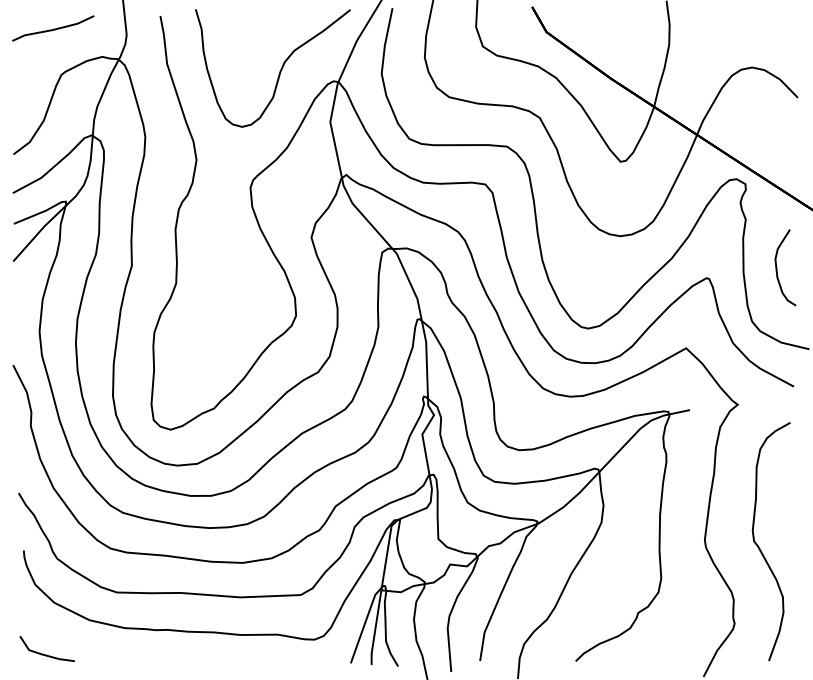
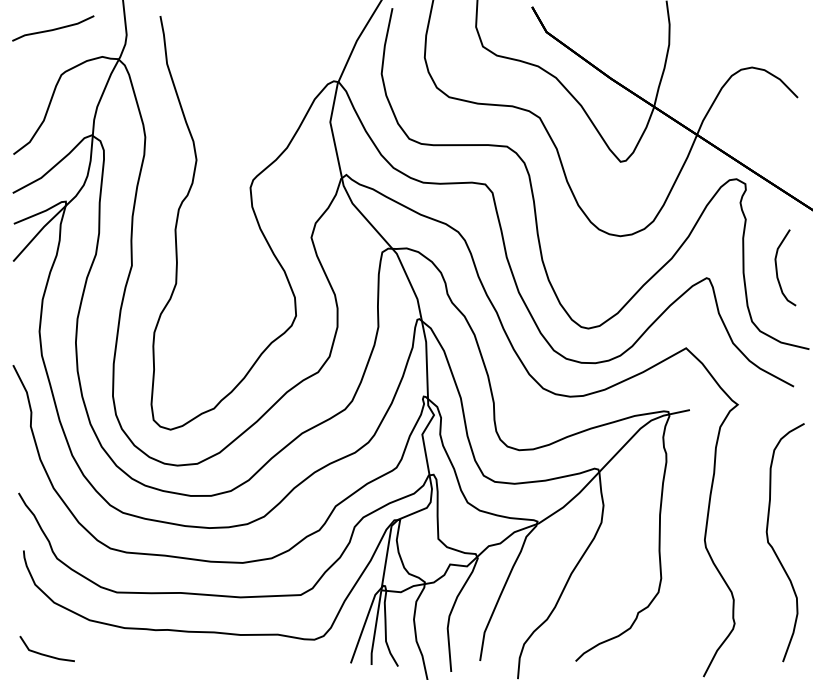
curve at (279, 71): present -> none
curve at (759, 546) position: (759, 546) -> (773, 547)
